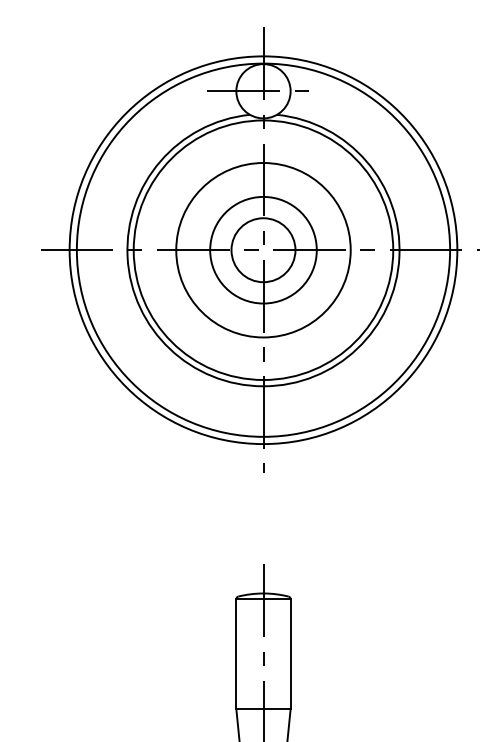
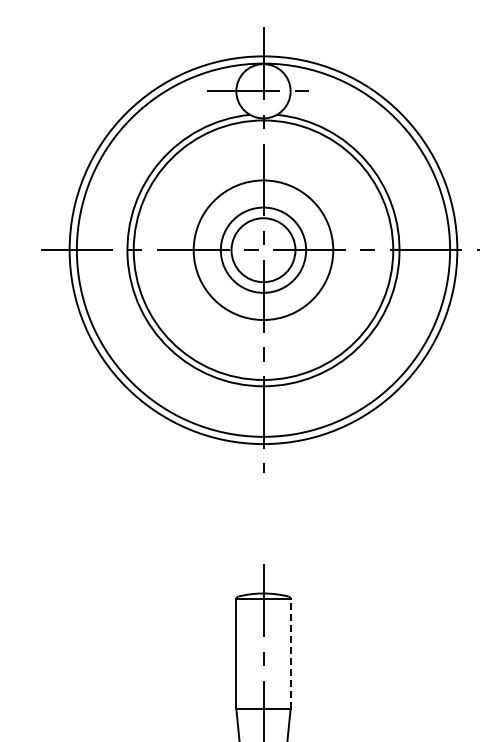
circle at (263, 249) diameter: 107 px -> 85 px
circle at (263, 250) diameter: 174 px -> 140 px
line at (290, 653): solid -> dashed
